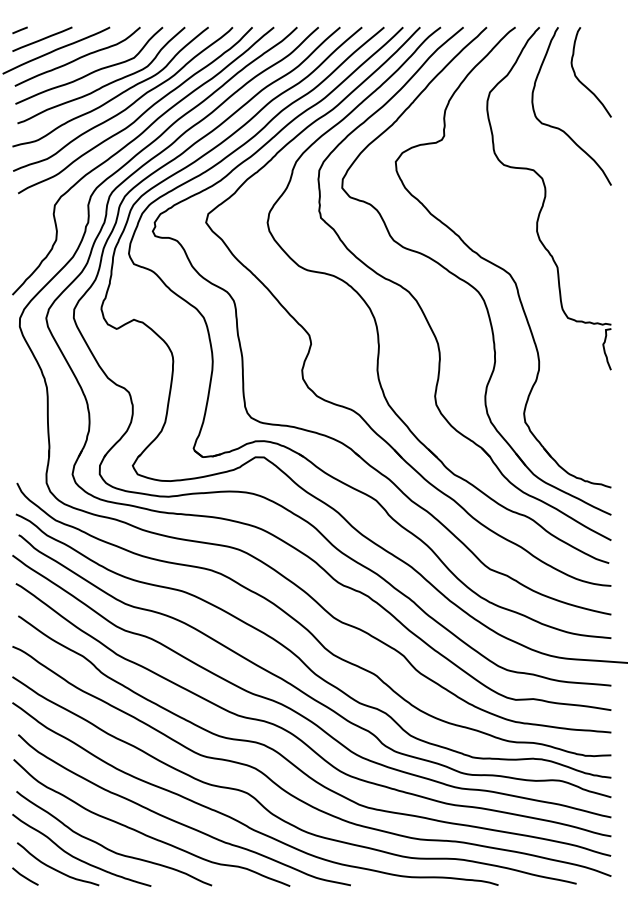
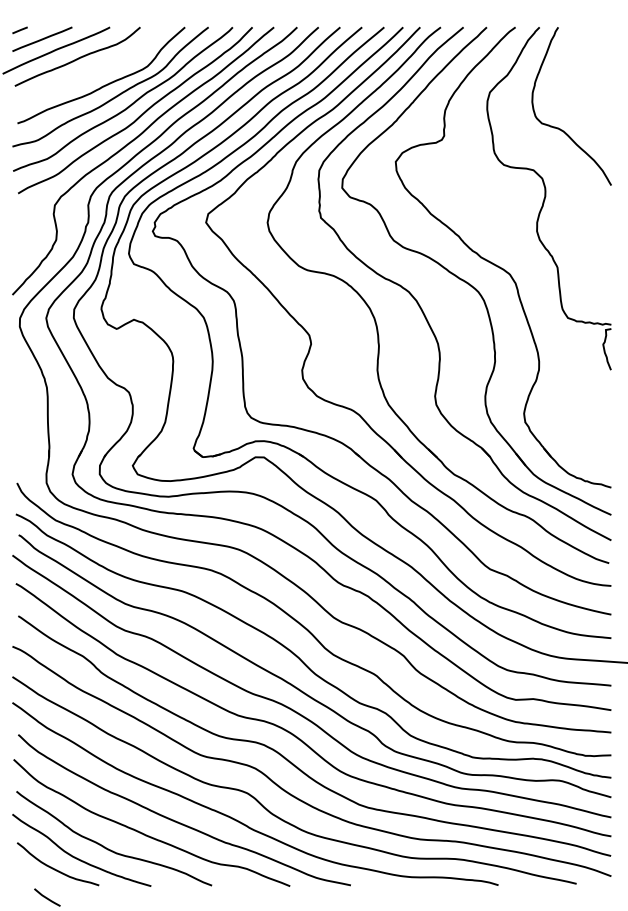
curve at (92, 71): present -> none
curve at (581, 81): present -> none
line at (25, 876) position: (25, 876) -> (47, 897)
